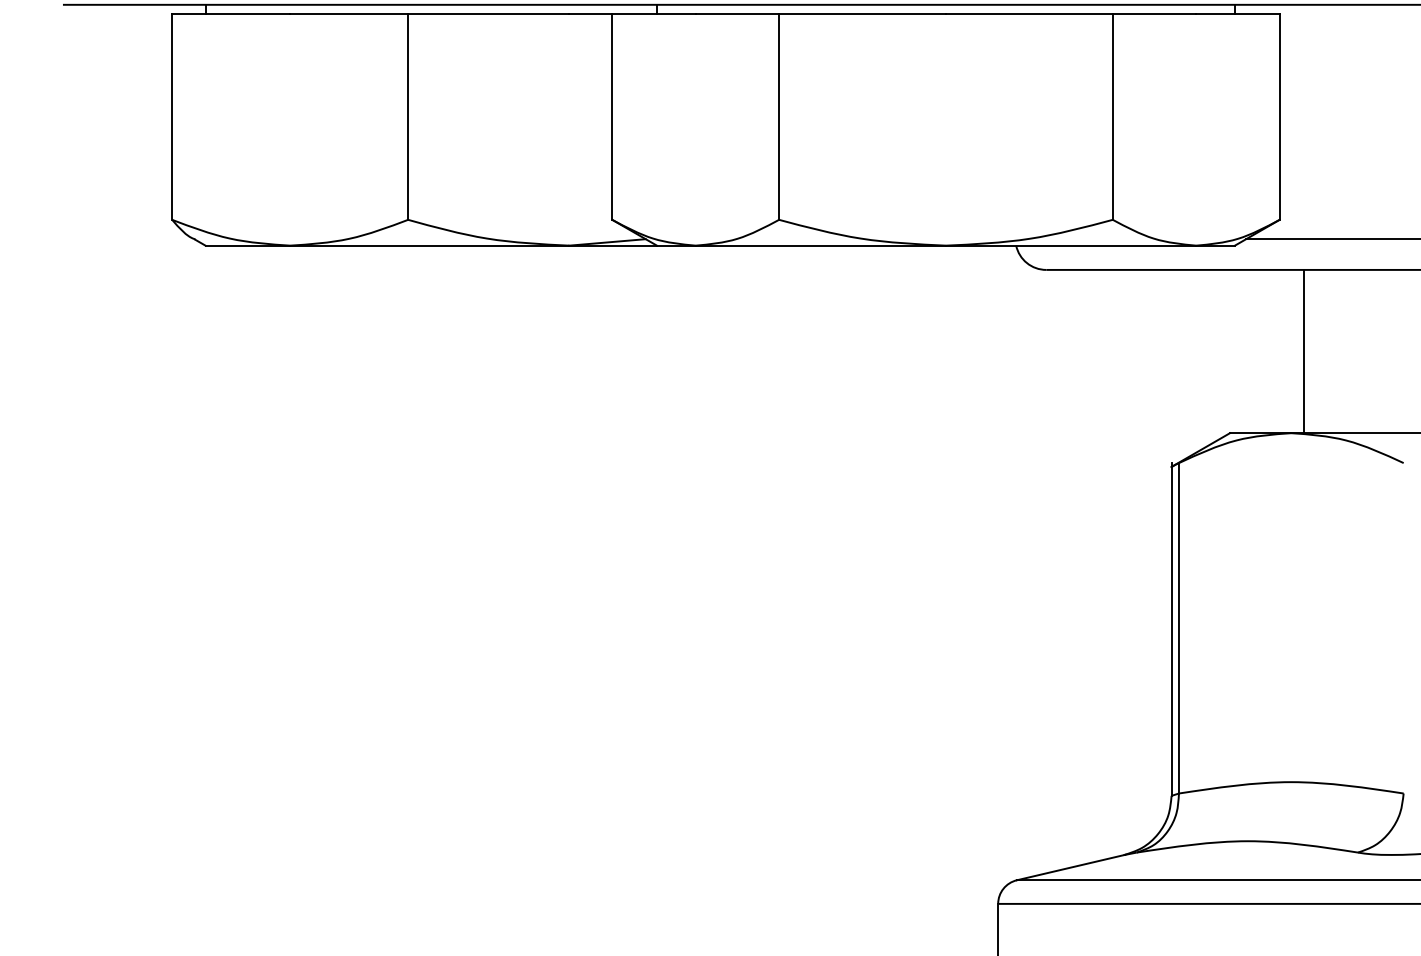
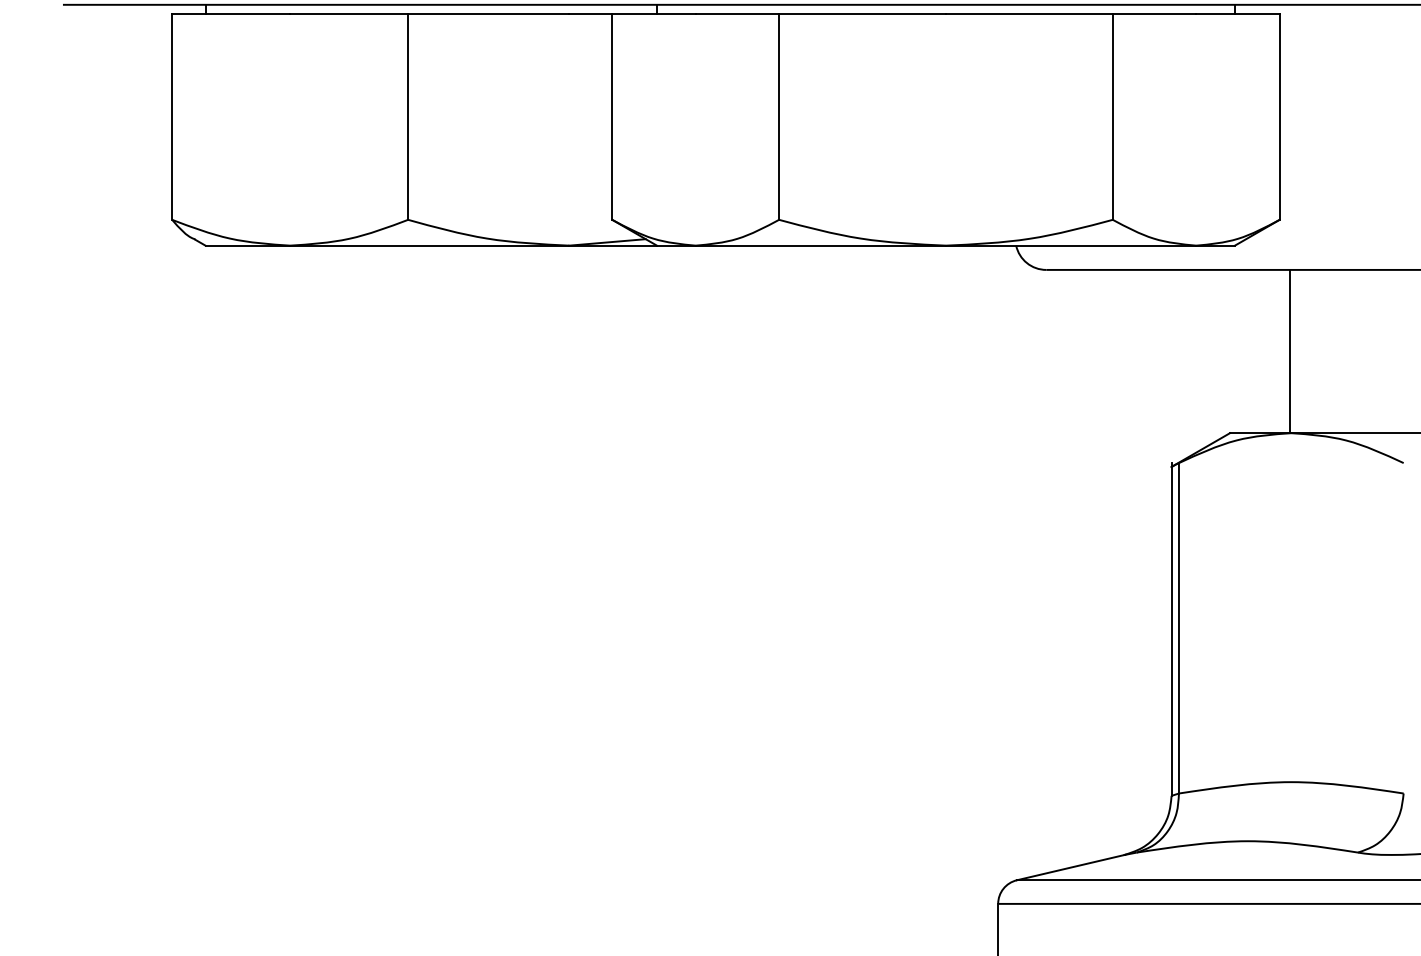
line at (1331, 239): present -> none
line at (1304, 351) position: (1304, 351) -> (1290, 351)
